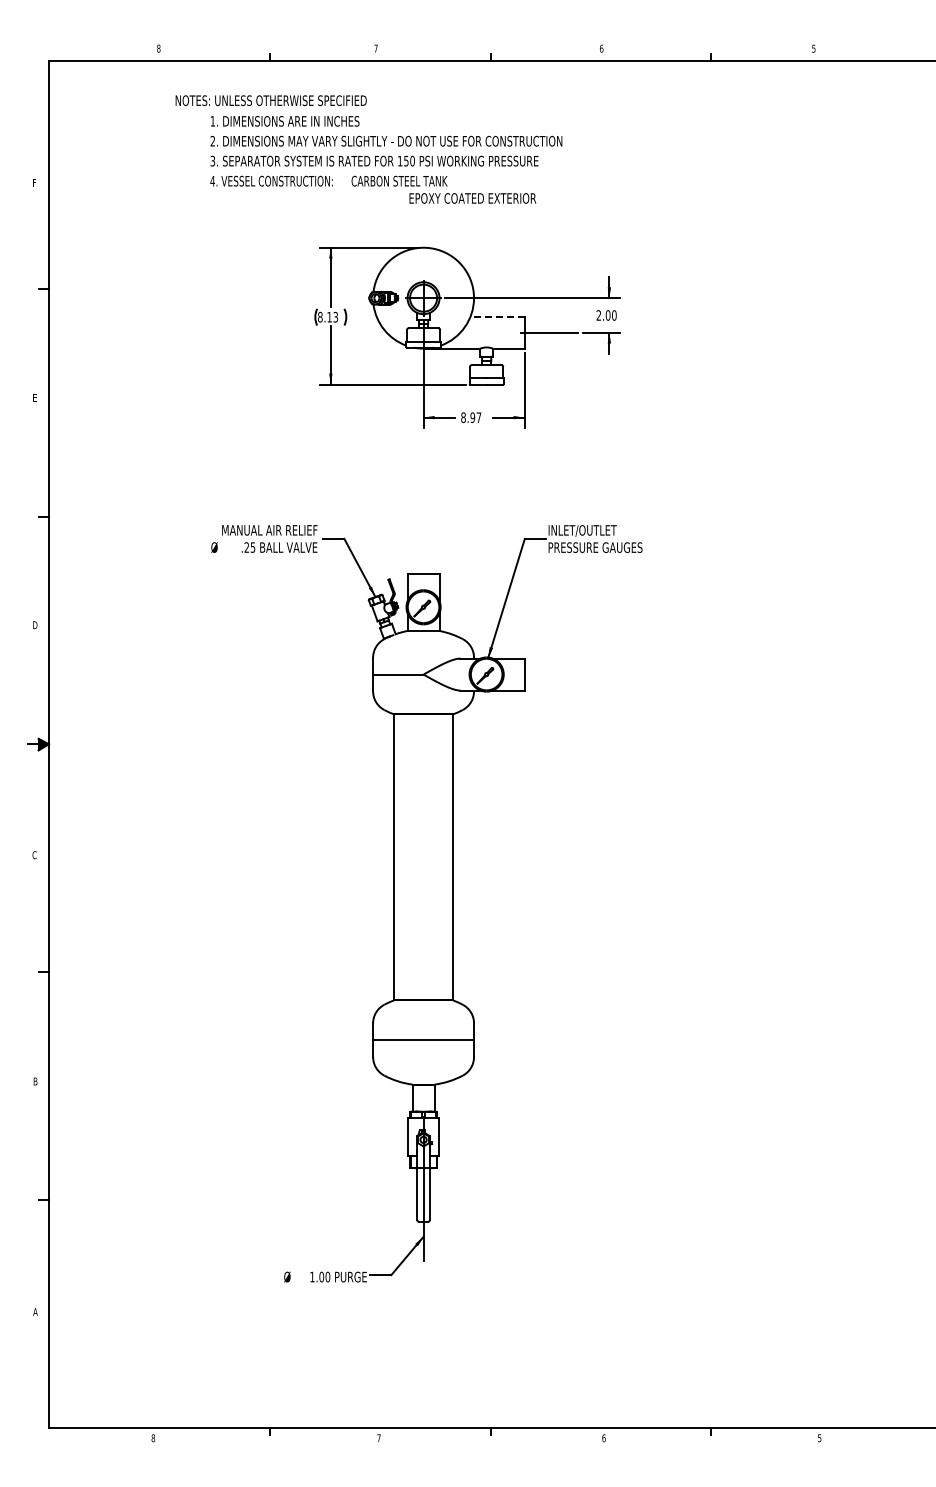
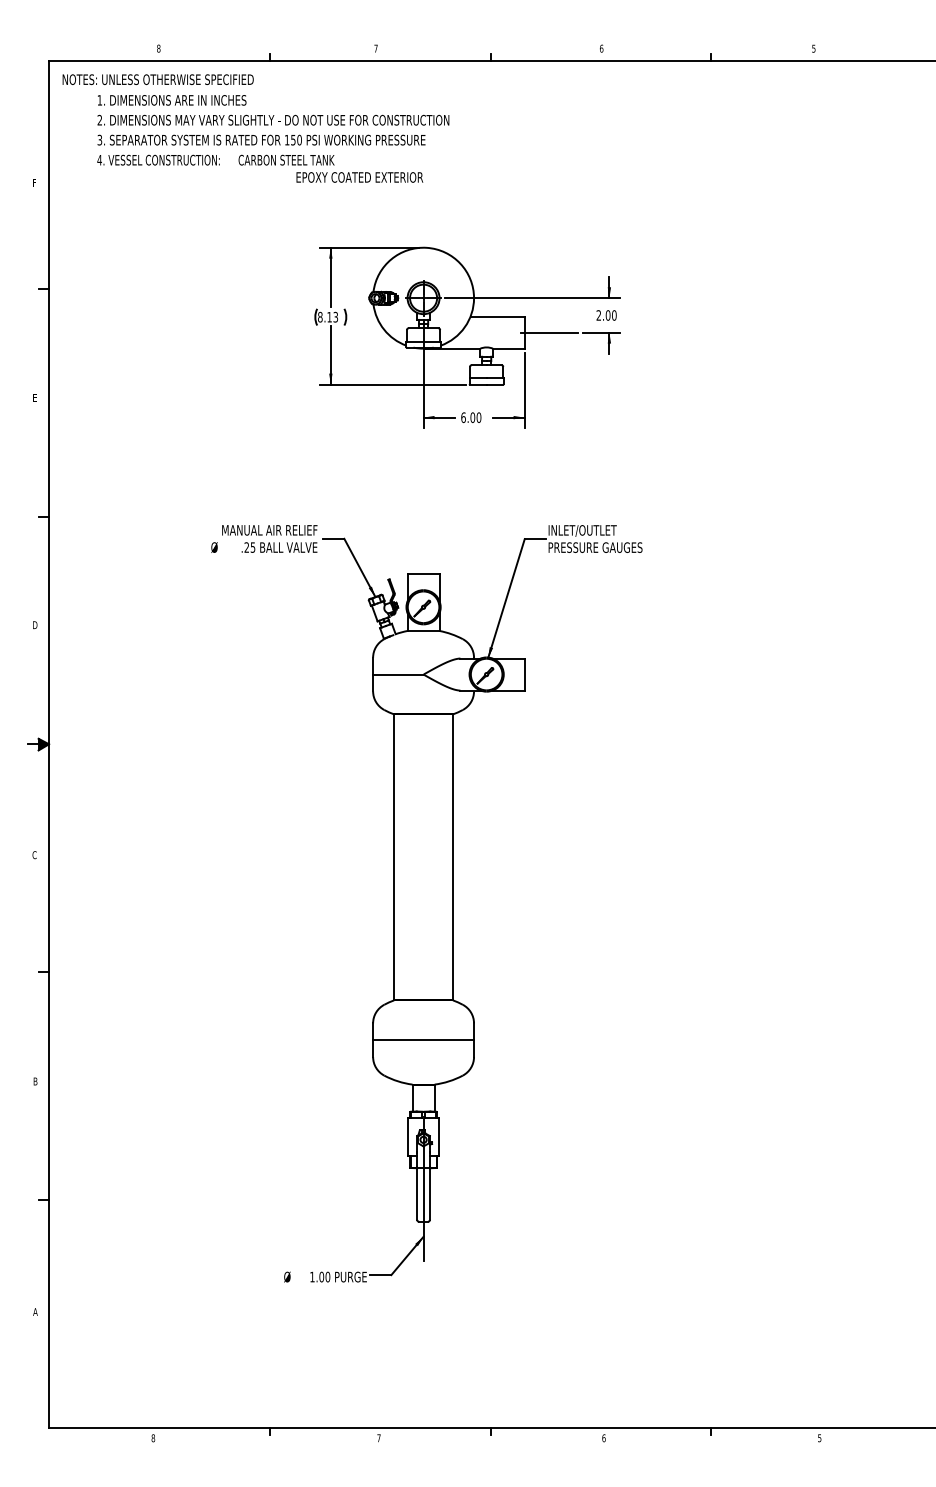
text at (368, 149) position: (368, 149) -> (255, 128)
line at (497, 316): dashed -> solid
text at (471, 417): 8.97 -> 6.00
